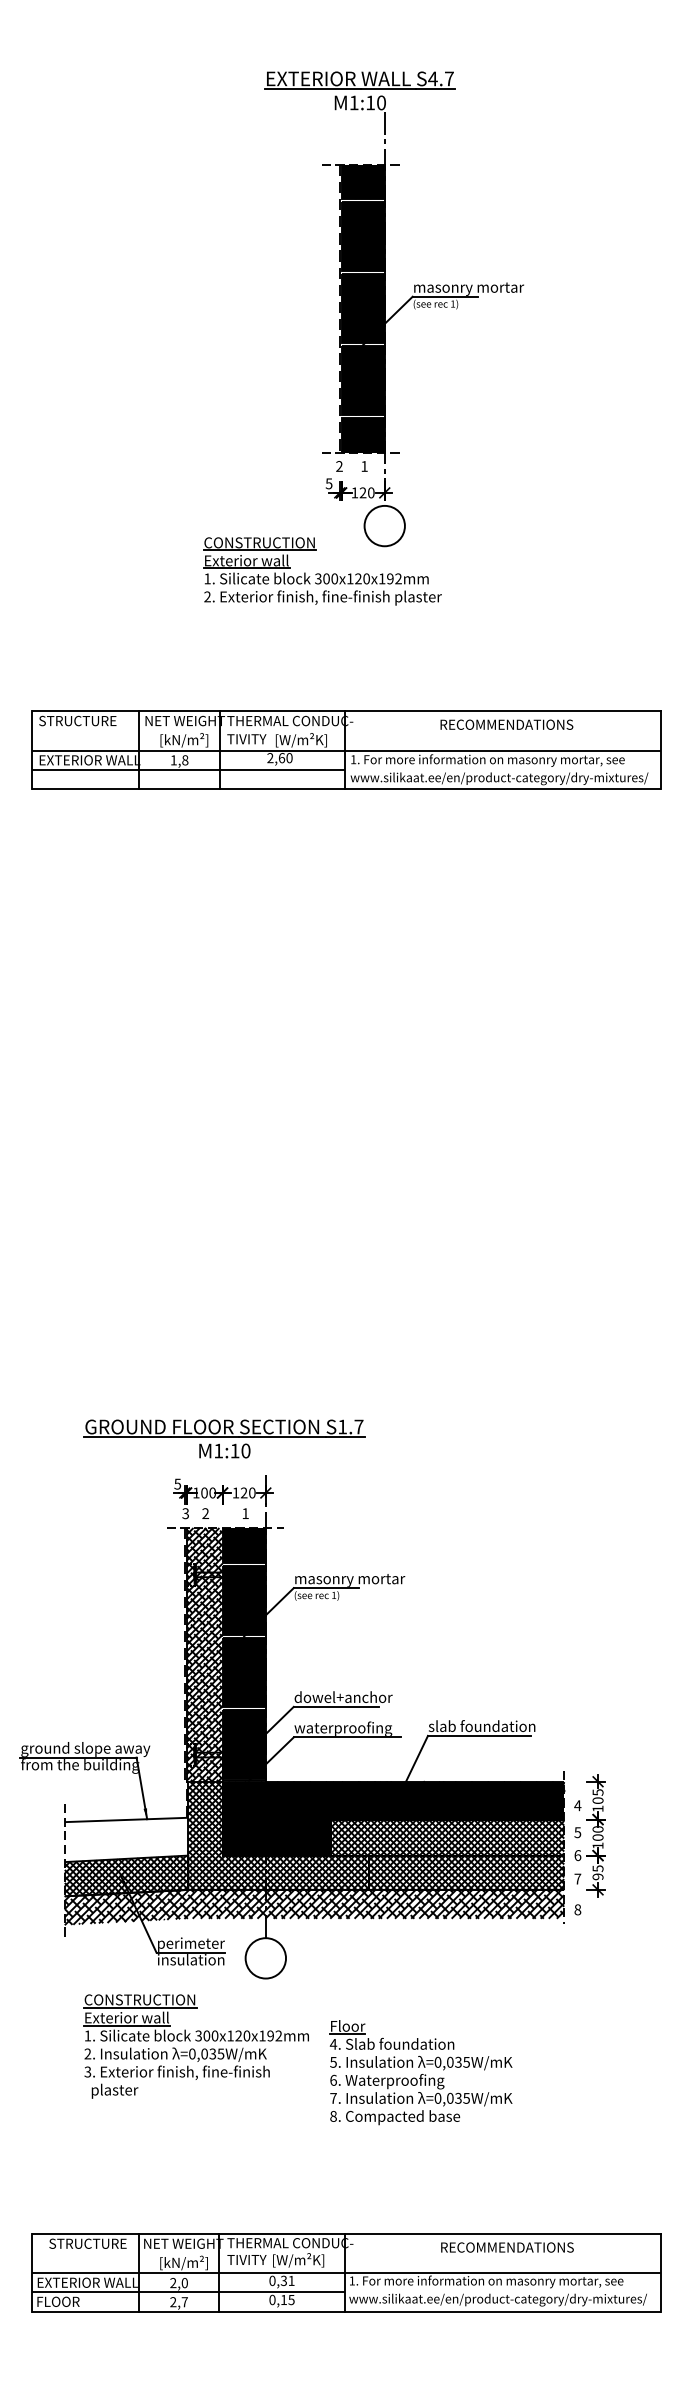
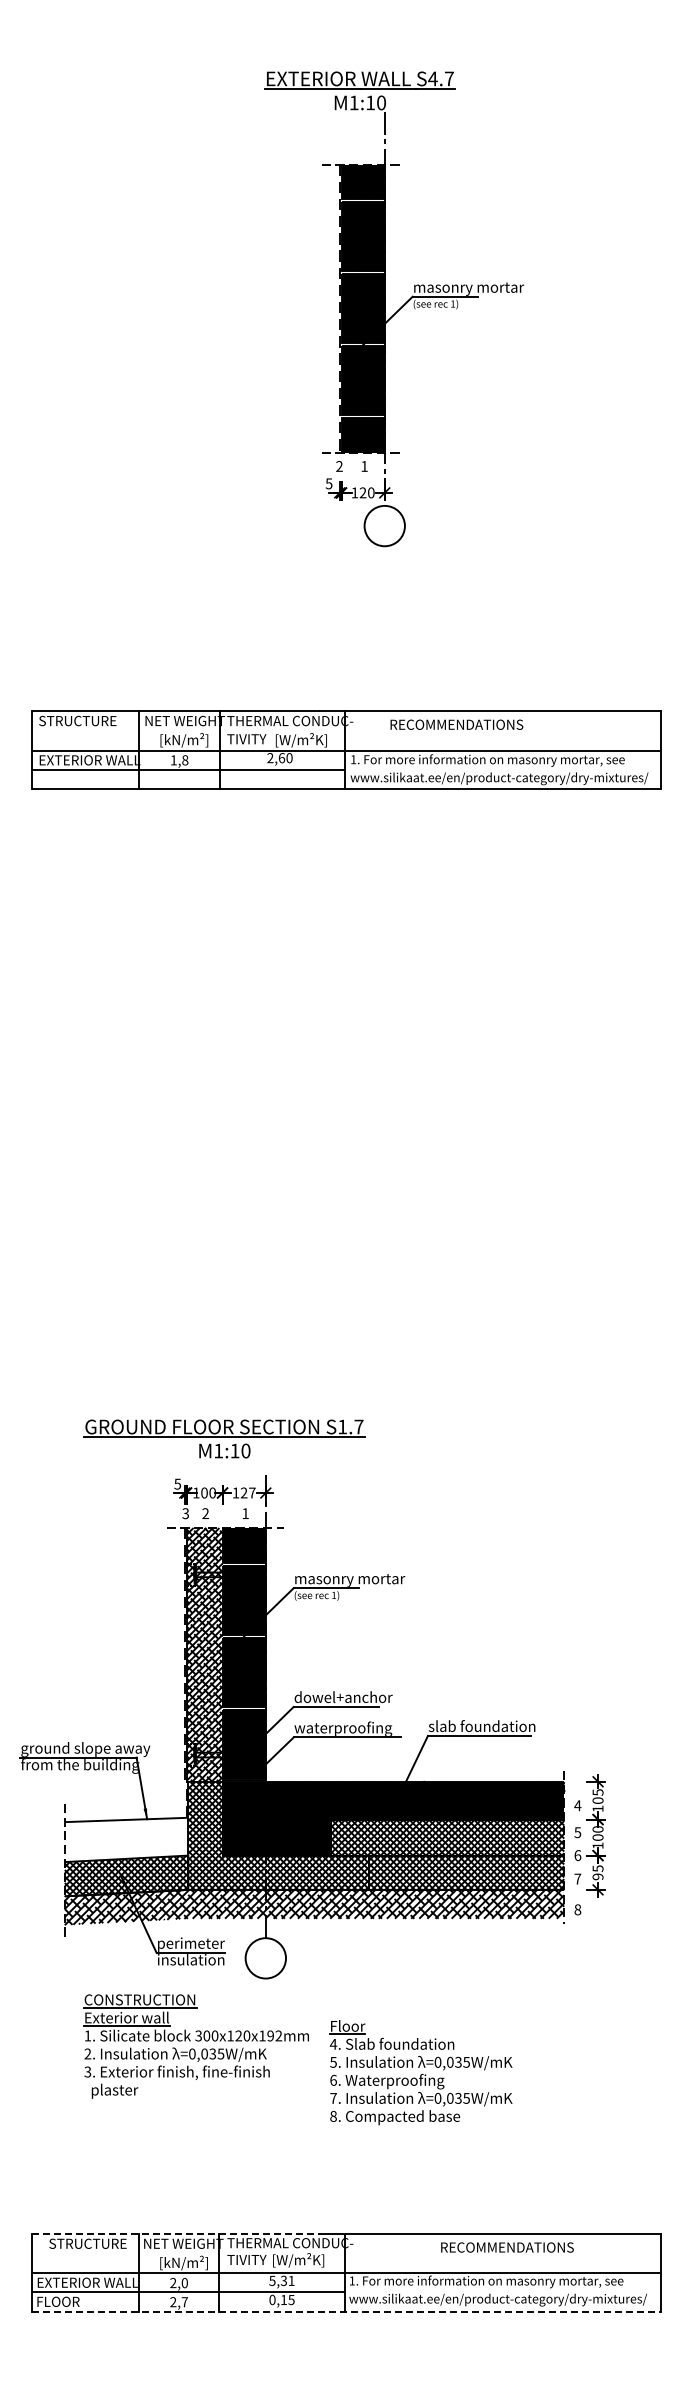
part at (322, 571): present -> none
text at (506, 724) position: (506, 724) -> (456, 724)
text at (252, 1492): 120 -> 127
line at (176, 2234): solid -> dashed
text at (272, 2280): 0,31 -> 5,31
line at (346, 2311): solid -> dashed
